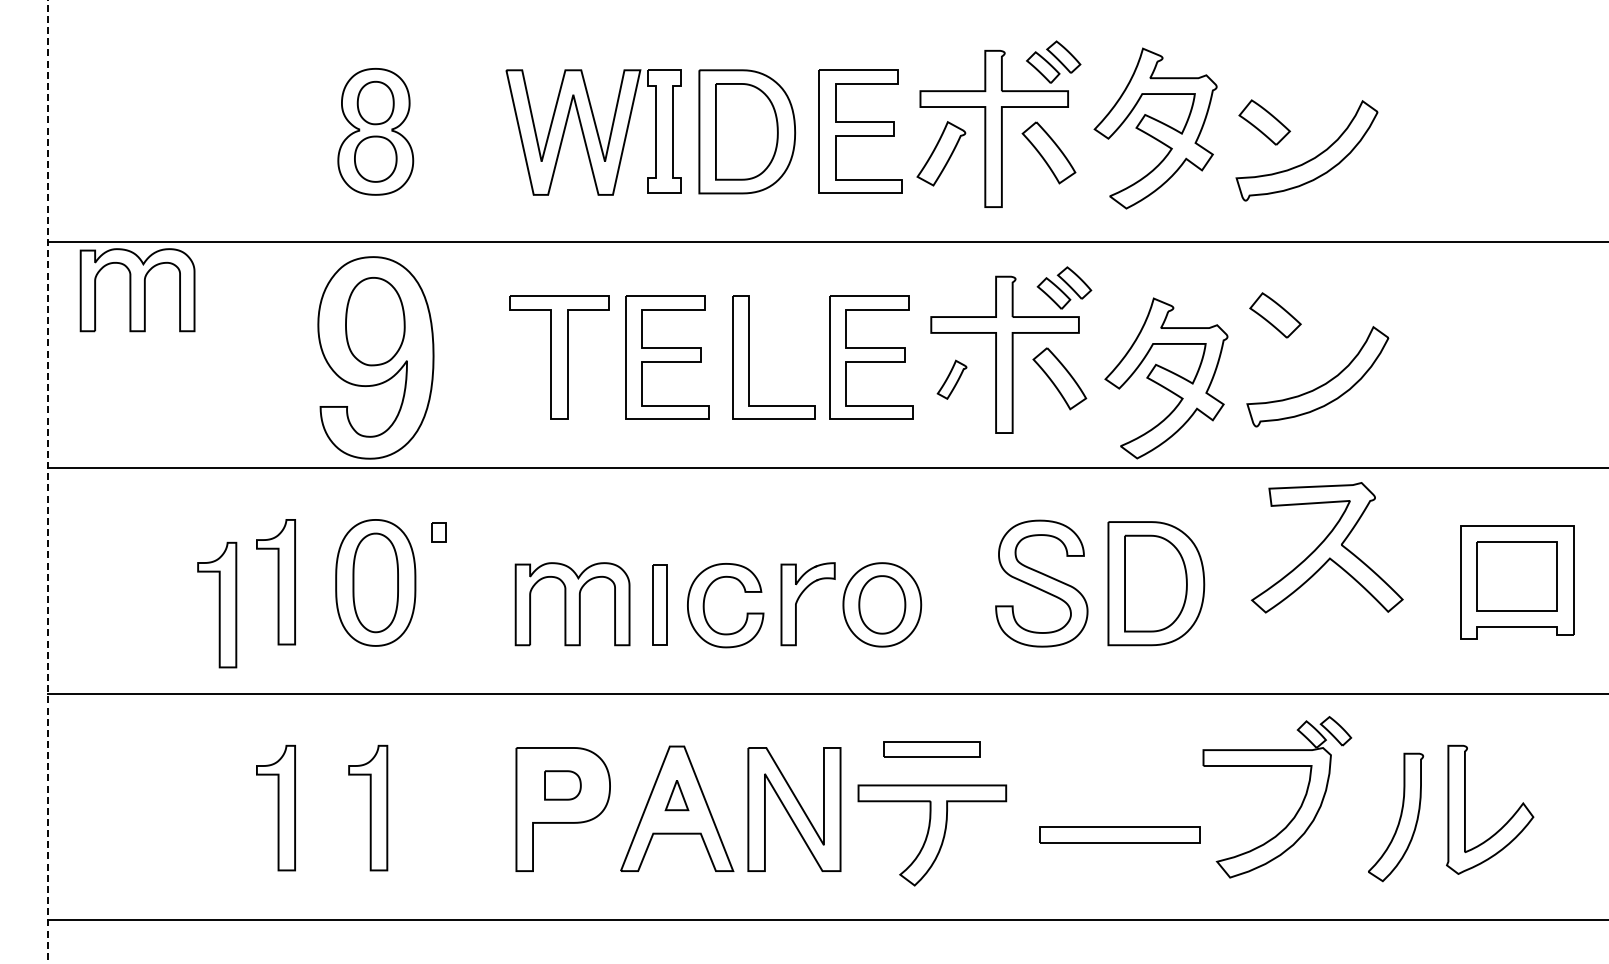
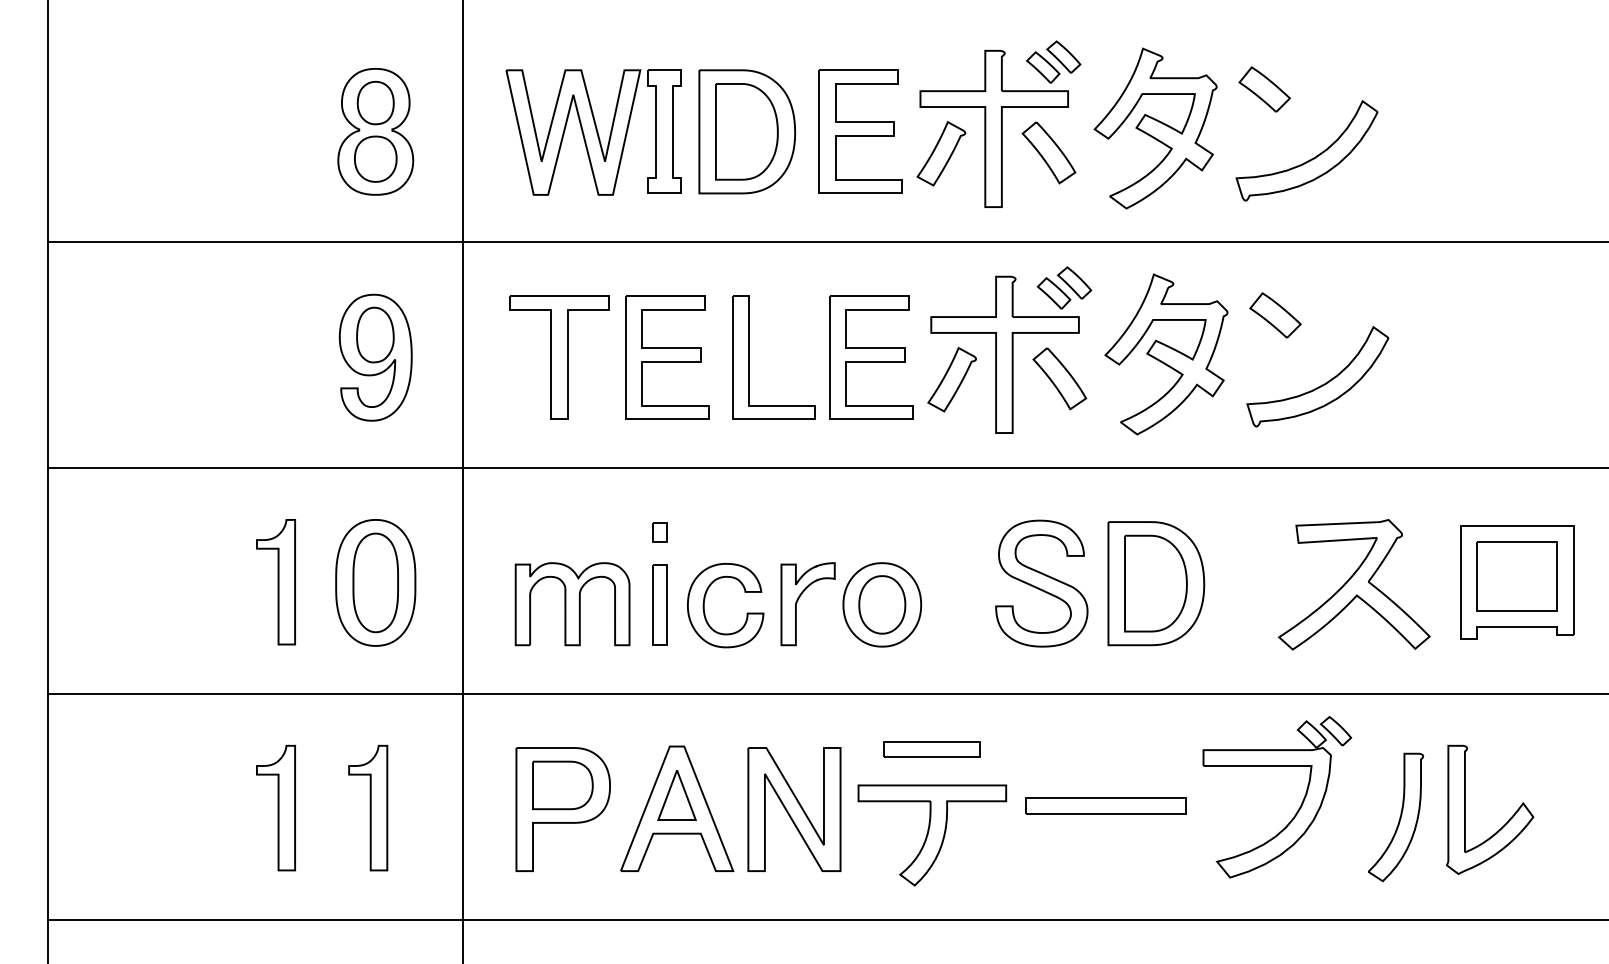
part at (1264, 122) position: (1264, 122) -> (1264, 89)
part at (137, 290): present -> none
part at (375, 357) size: 118x204 px -> 75x129 px
part at (1166, 378) position: (1166, 378) -> (1166, 354)
part at (951, 379) size: 32x41 px -> 50x66 px
line at (463, 481): none -> present
line at (48, 482): dashed -> solid
part at (438, 532) position: (438, 532) -> (659, 532)
part at (1326, 547) position: (1326, 547) -> (1353, 584)
part at (217, 604): present -> none
part at (562, 785) size: 38x31 px -> 62x51 px
part at (676, 795) size: 26x32 px -> 40x51 px
part at (1119, 834) position: (1119, 834) -> (1105, 805)
